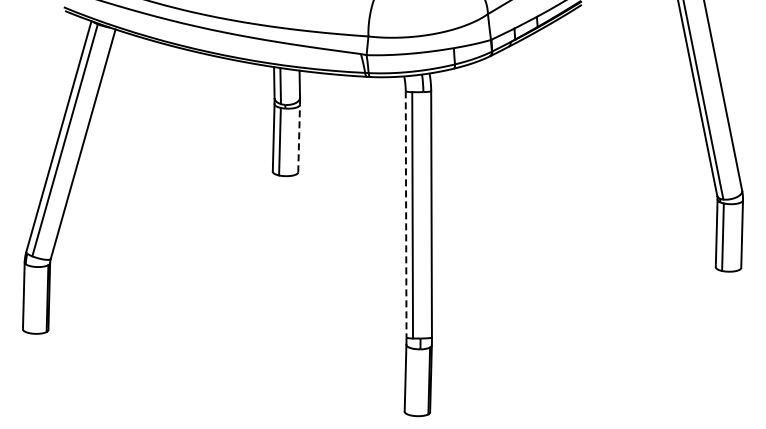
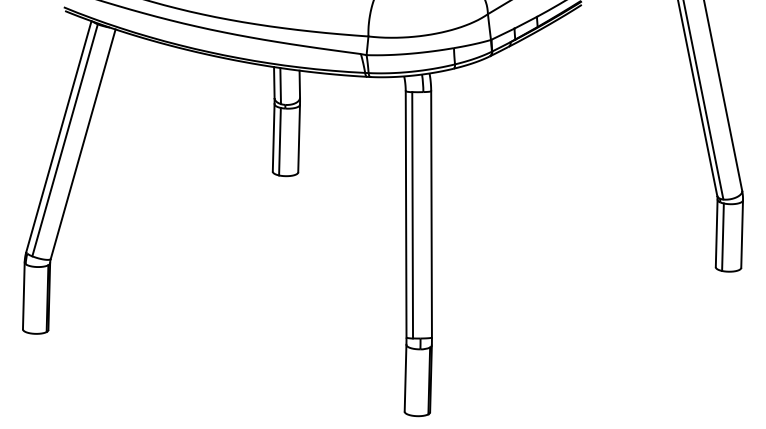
line at (299, 138): dashed -> solid
line at (406, 215): dashed -> solid
